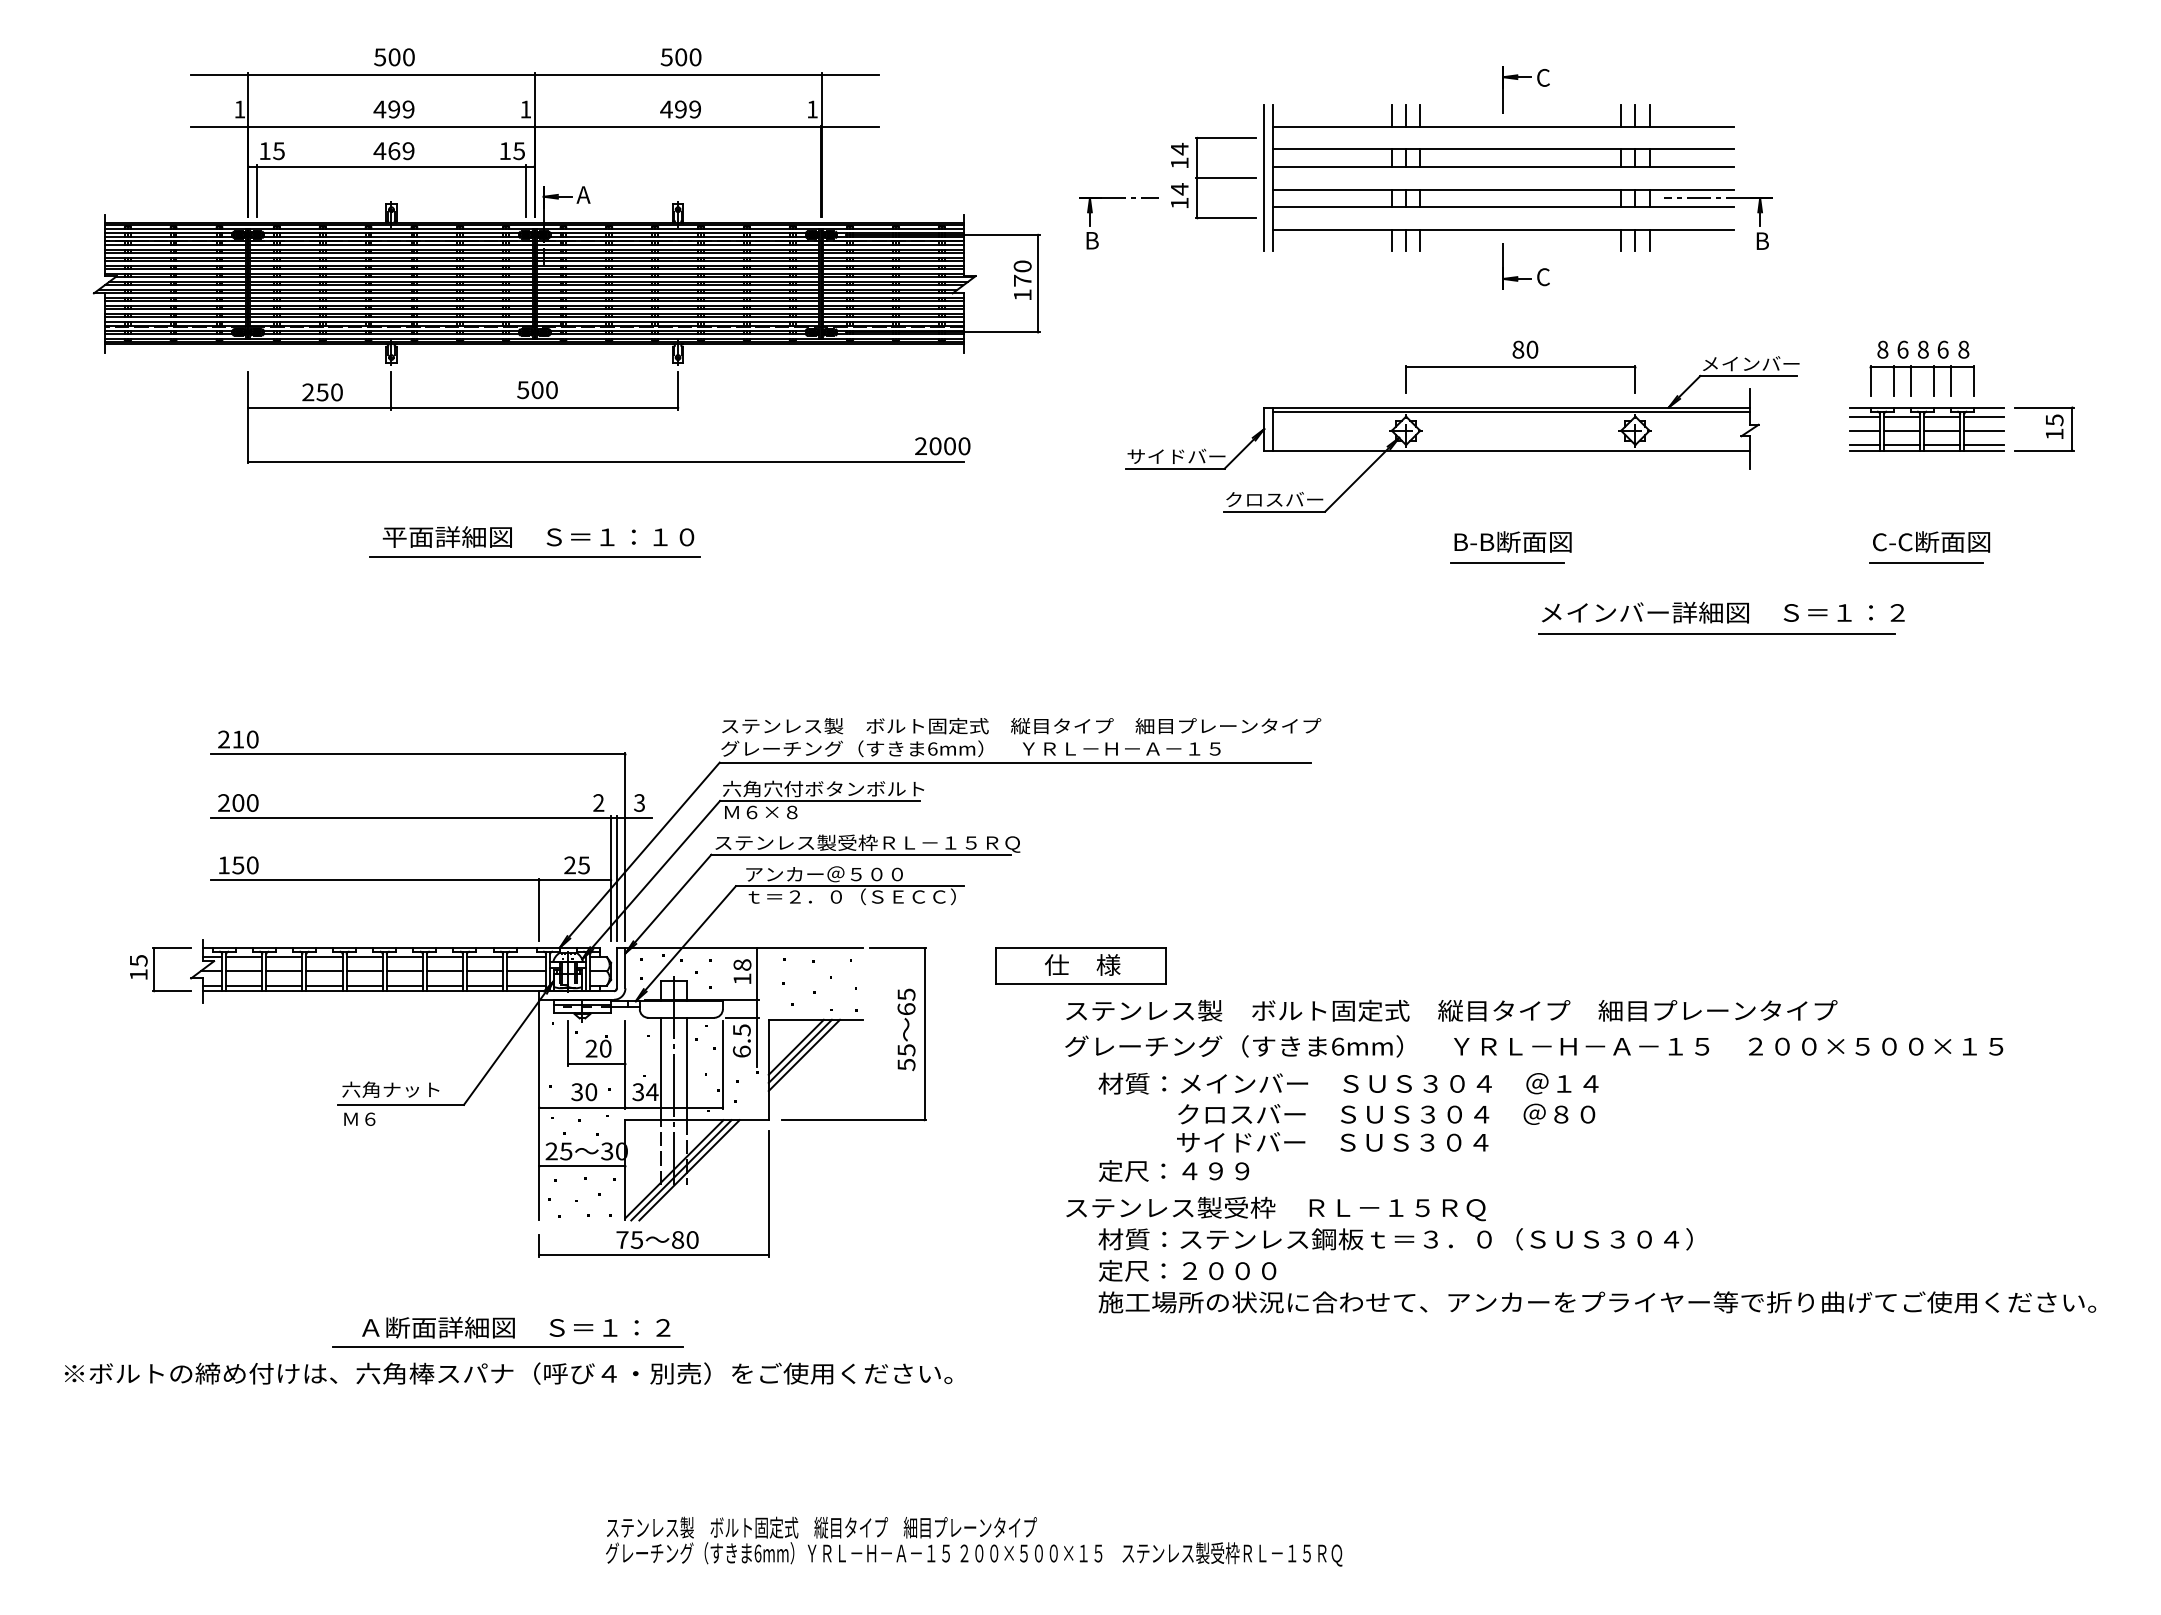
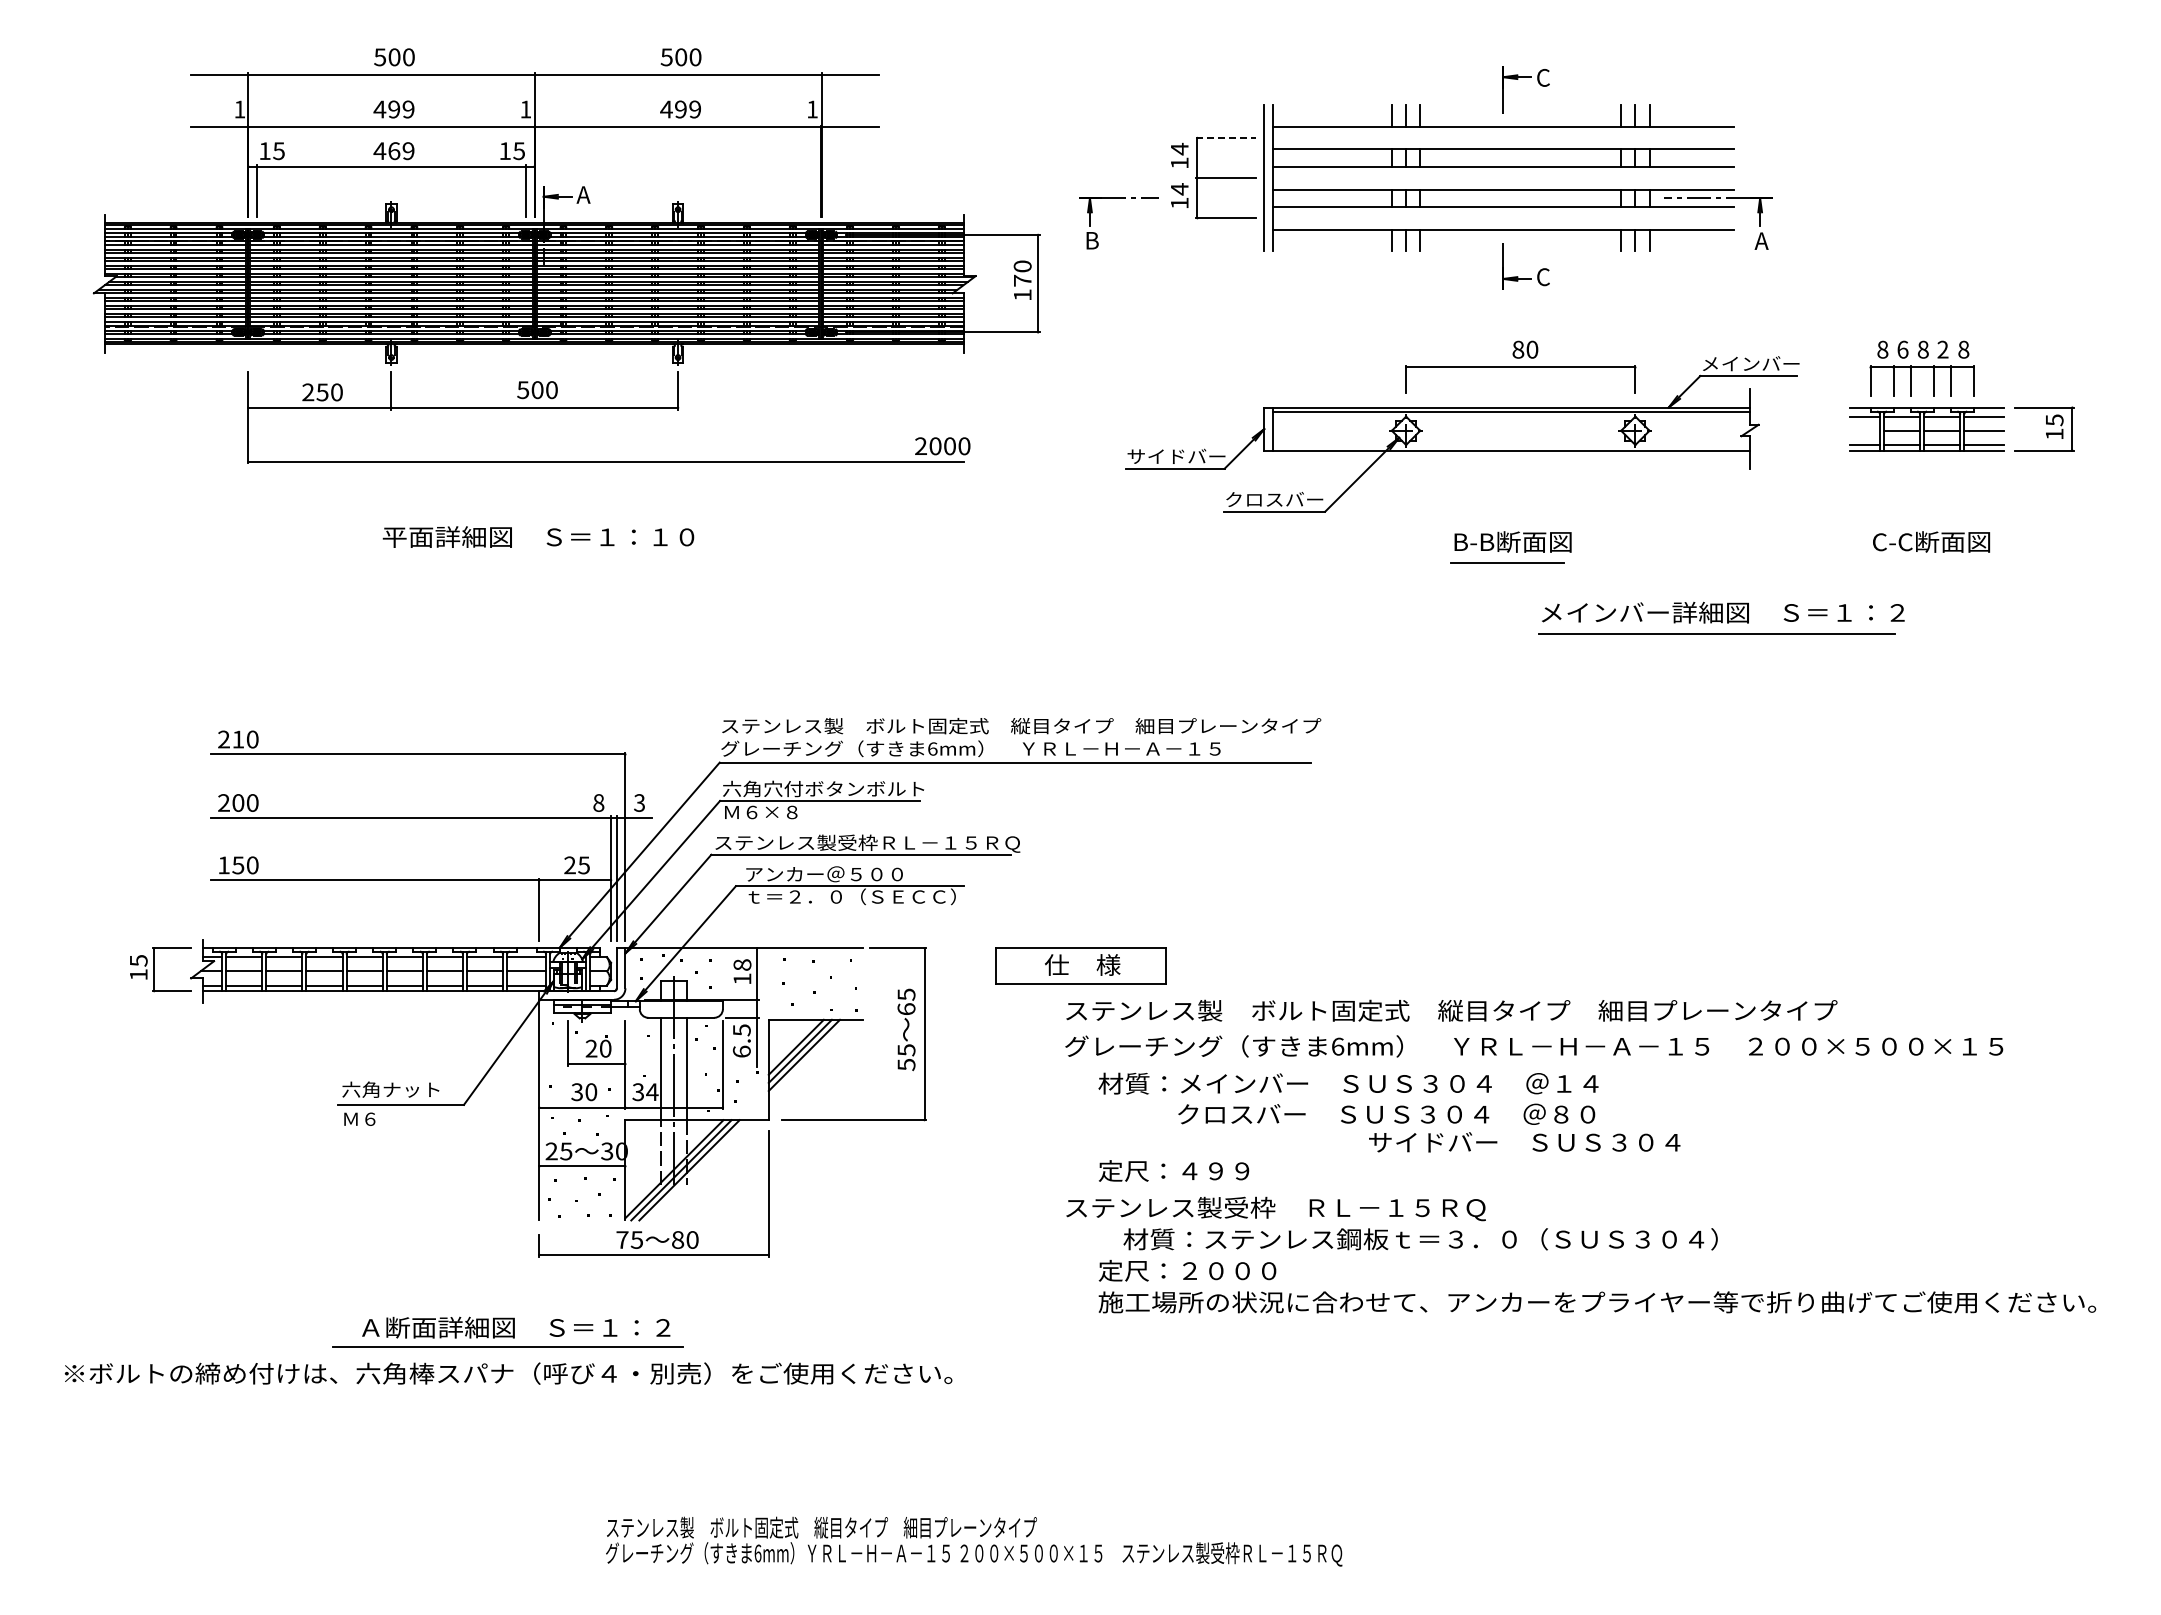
line at (1225, 137): solid -> dashed
text at (1761, 240): B -> A
text at (1942, 349): 6 -> 2
line at (1864, 430): present -> none
line at (534, 556): present -> none
line at (1926, 562): present -> none
text at (598, 802): 2 -> 8
text at (1332, 1142) position: (1332, 1142) -> (1524, 1142)
text at (1395, 1239) position: (1395, 1239) -> (1420, 1239)
